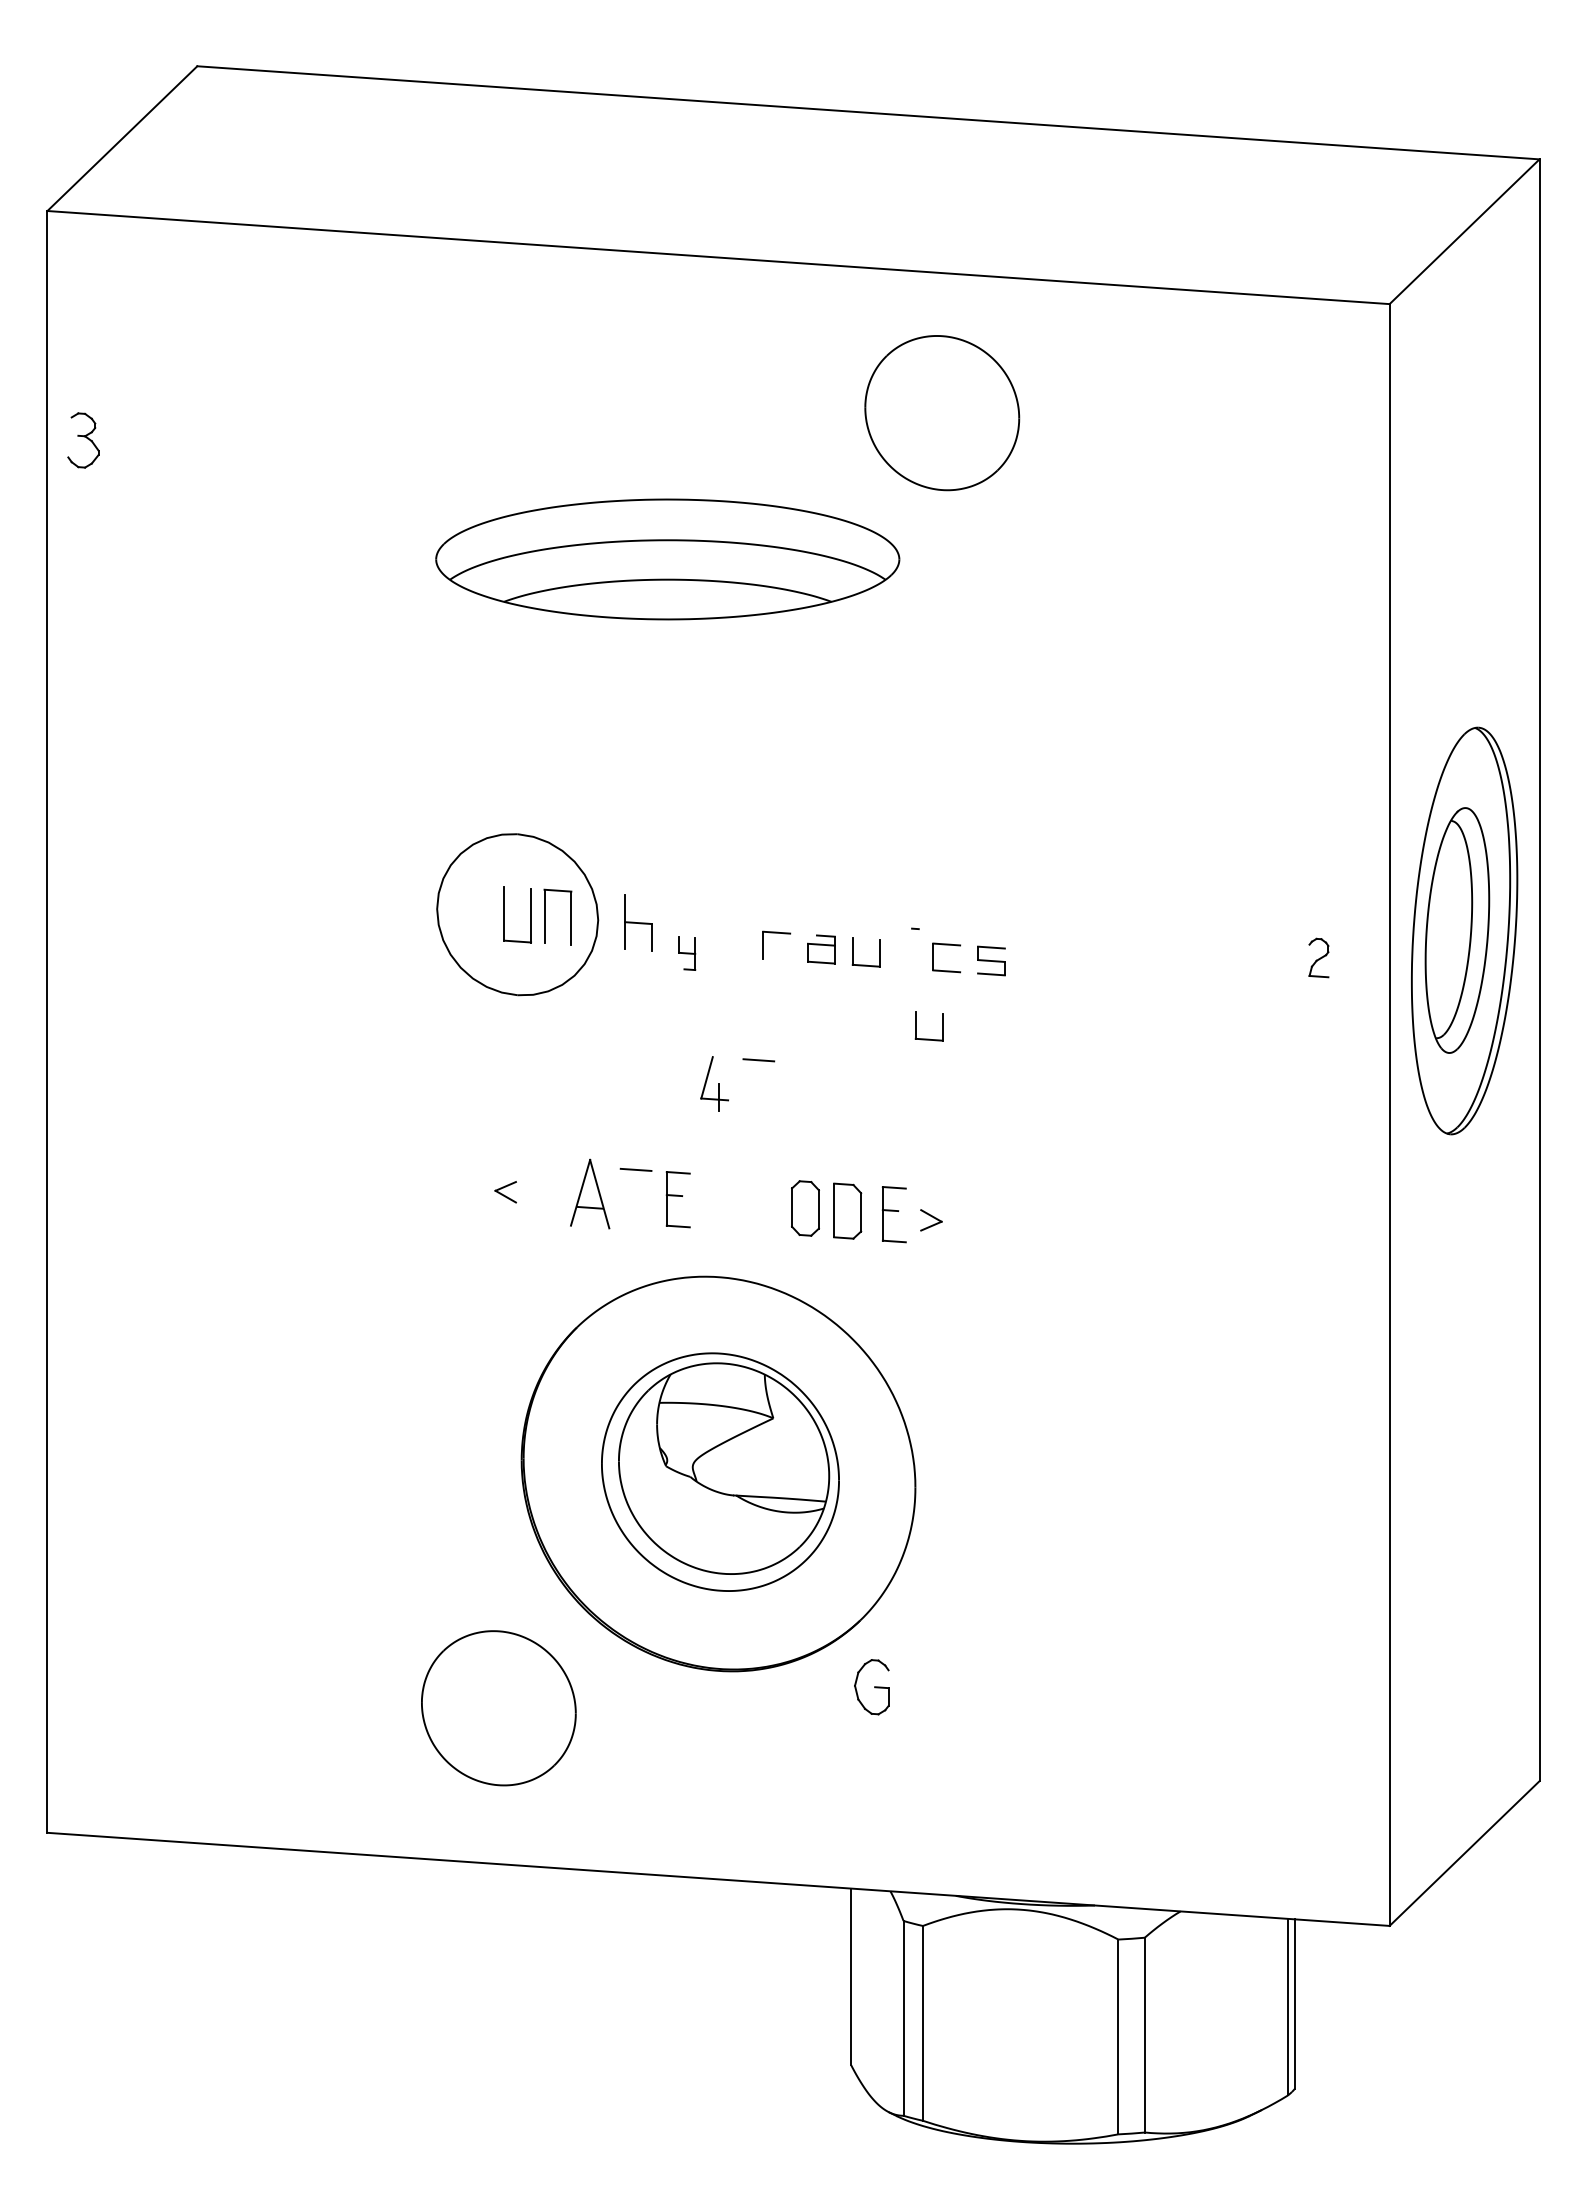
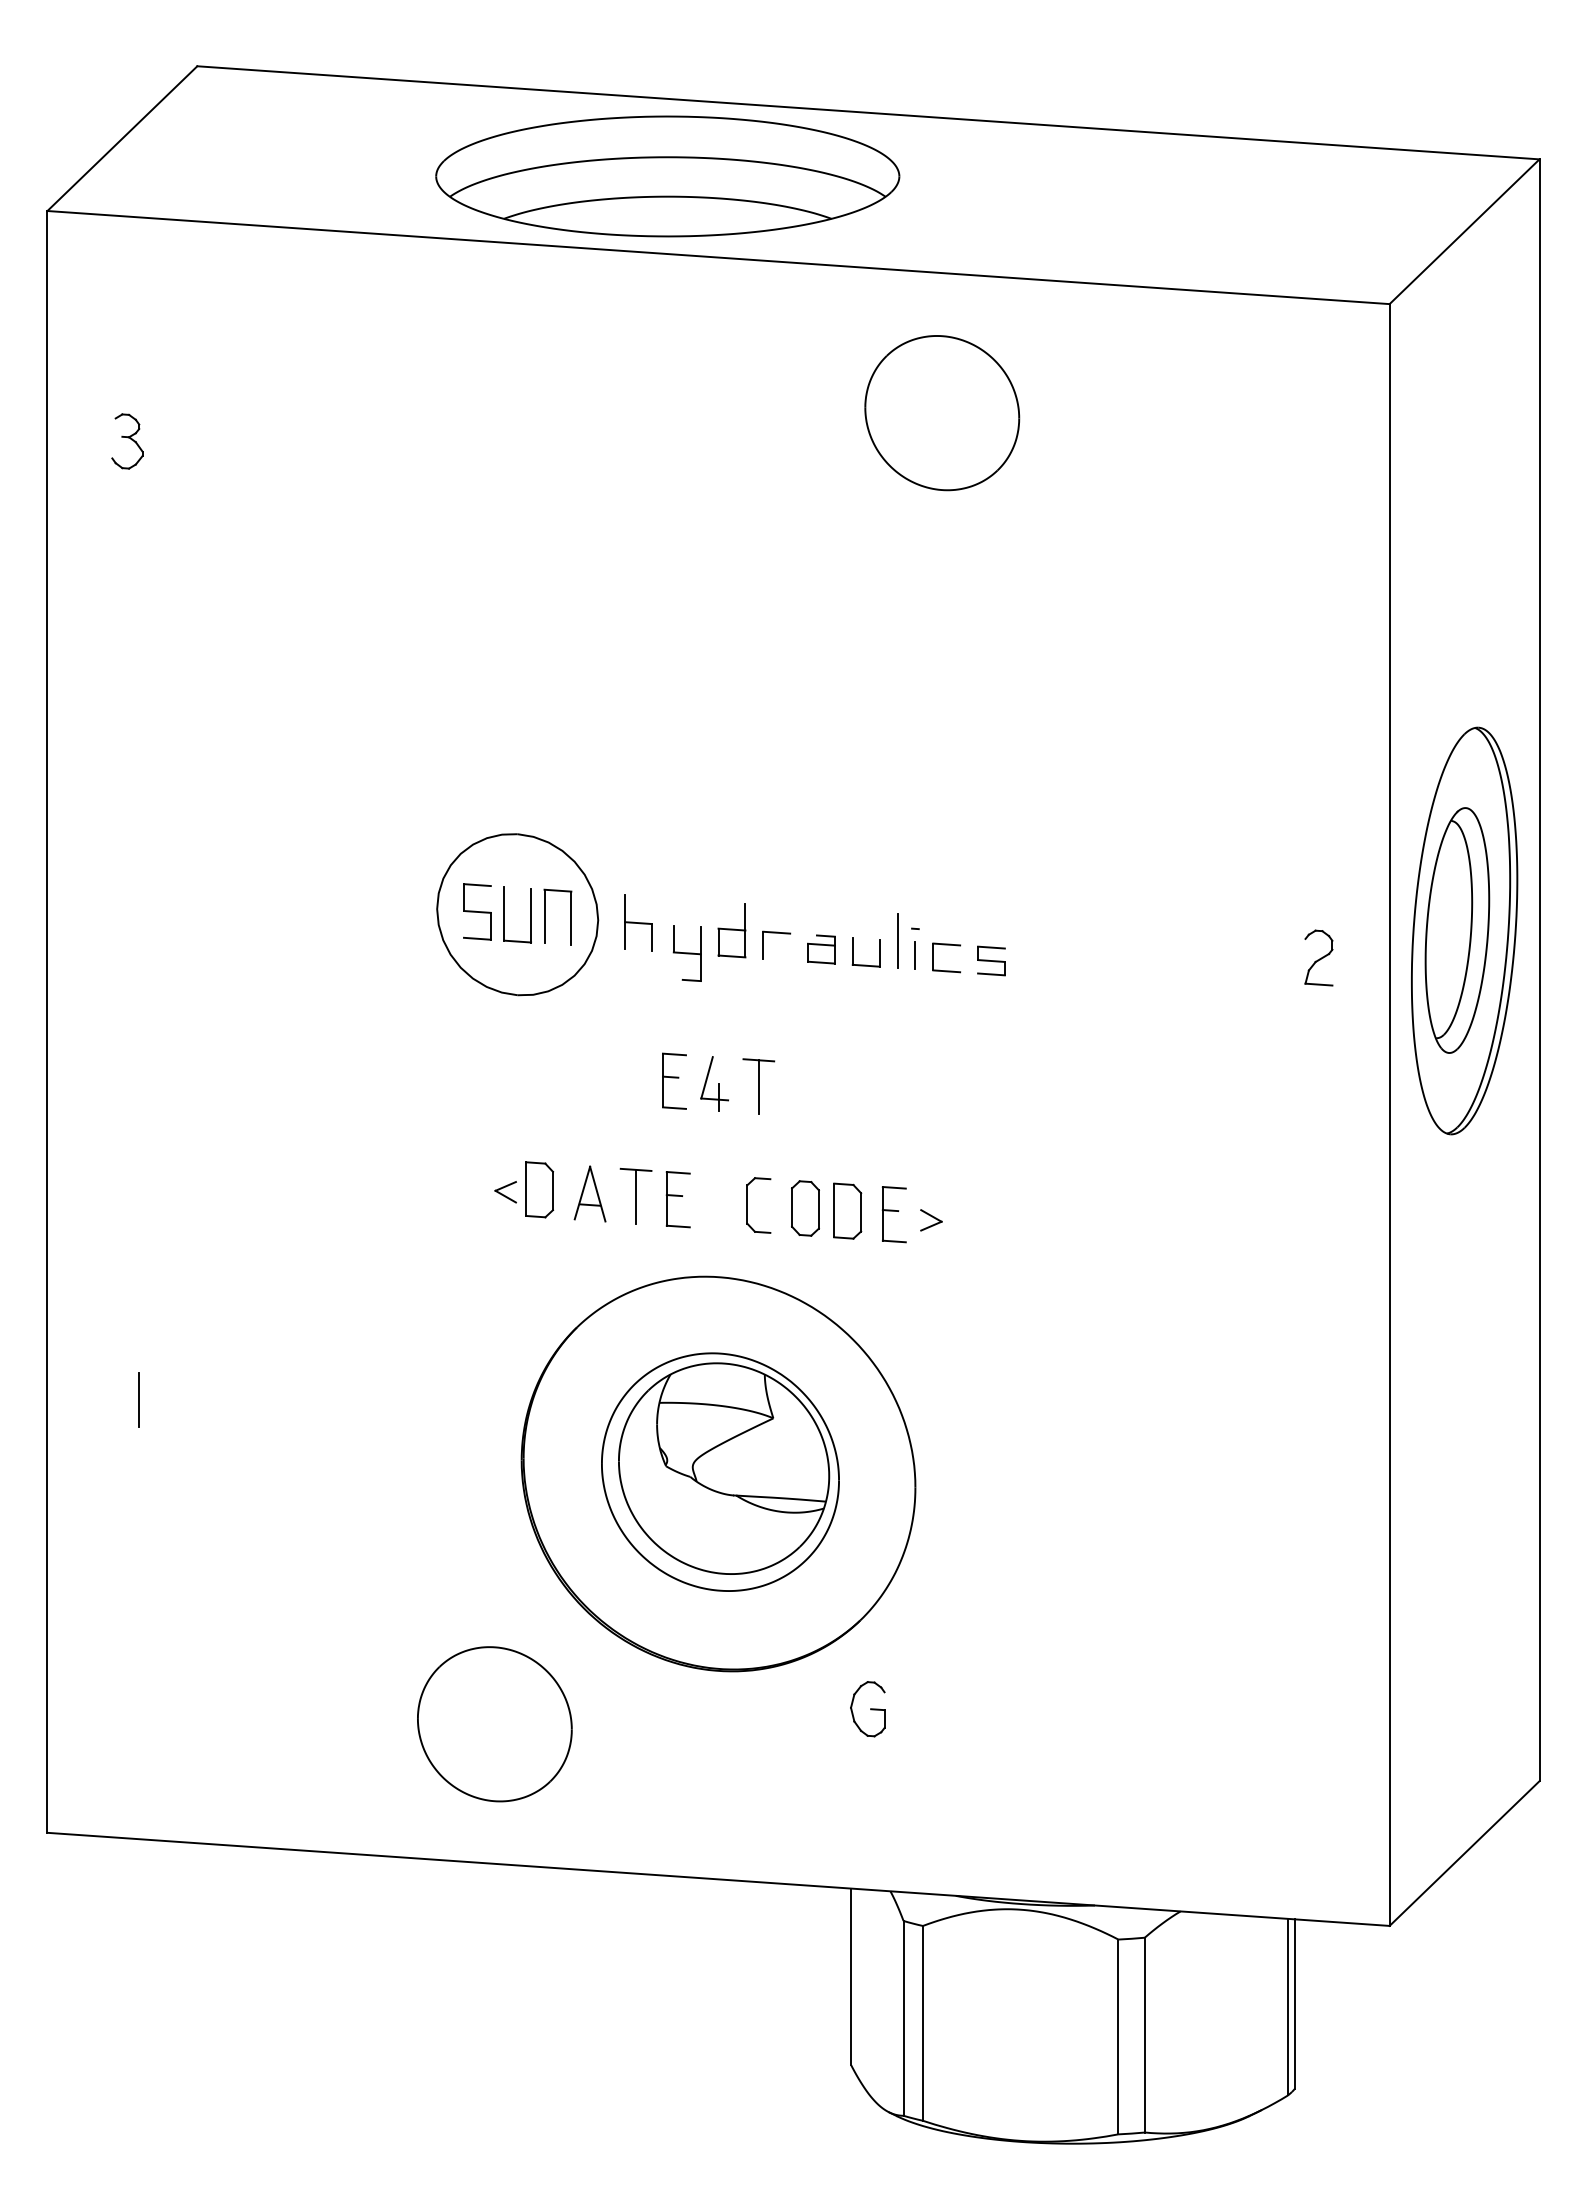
part at (83, 440) position: (83, 440) -> (127, 441)
part at (667, 559) position: (667, 559) -> (667, 176)
part at (477, 911): none -> present
part at (731, 930): none -> present
line at (897, 940): none -> present
part at (687, 953) size: 19x35 px -> 30x57 px
line at (915, 955): none -> present
part at (1318, 957) size: 22x42 px -> 30x58 px
part at (916, 1026): present -> none
part at (674, 1080): none -> present
line at (758, 1086): none -> present
part at (539, 1189): none -> present
part at (590, 1193) size: 41x72 px -> 34x58 px
line at (636, 1196): none -> present
part at (747, 1205): none -> present
line at (139, 1399): none -> present
part at (871, 1687) position: (871, 1687) -> (867, 1709)
part at (498, 1708) position: (498, 1708) -> (494, 1724)
